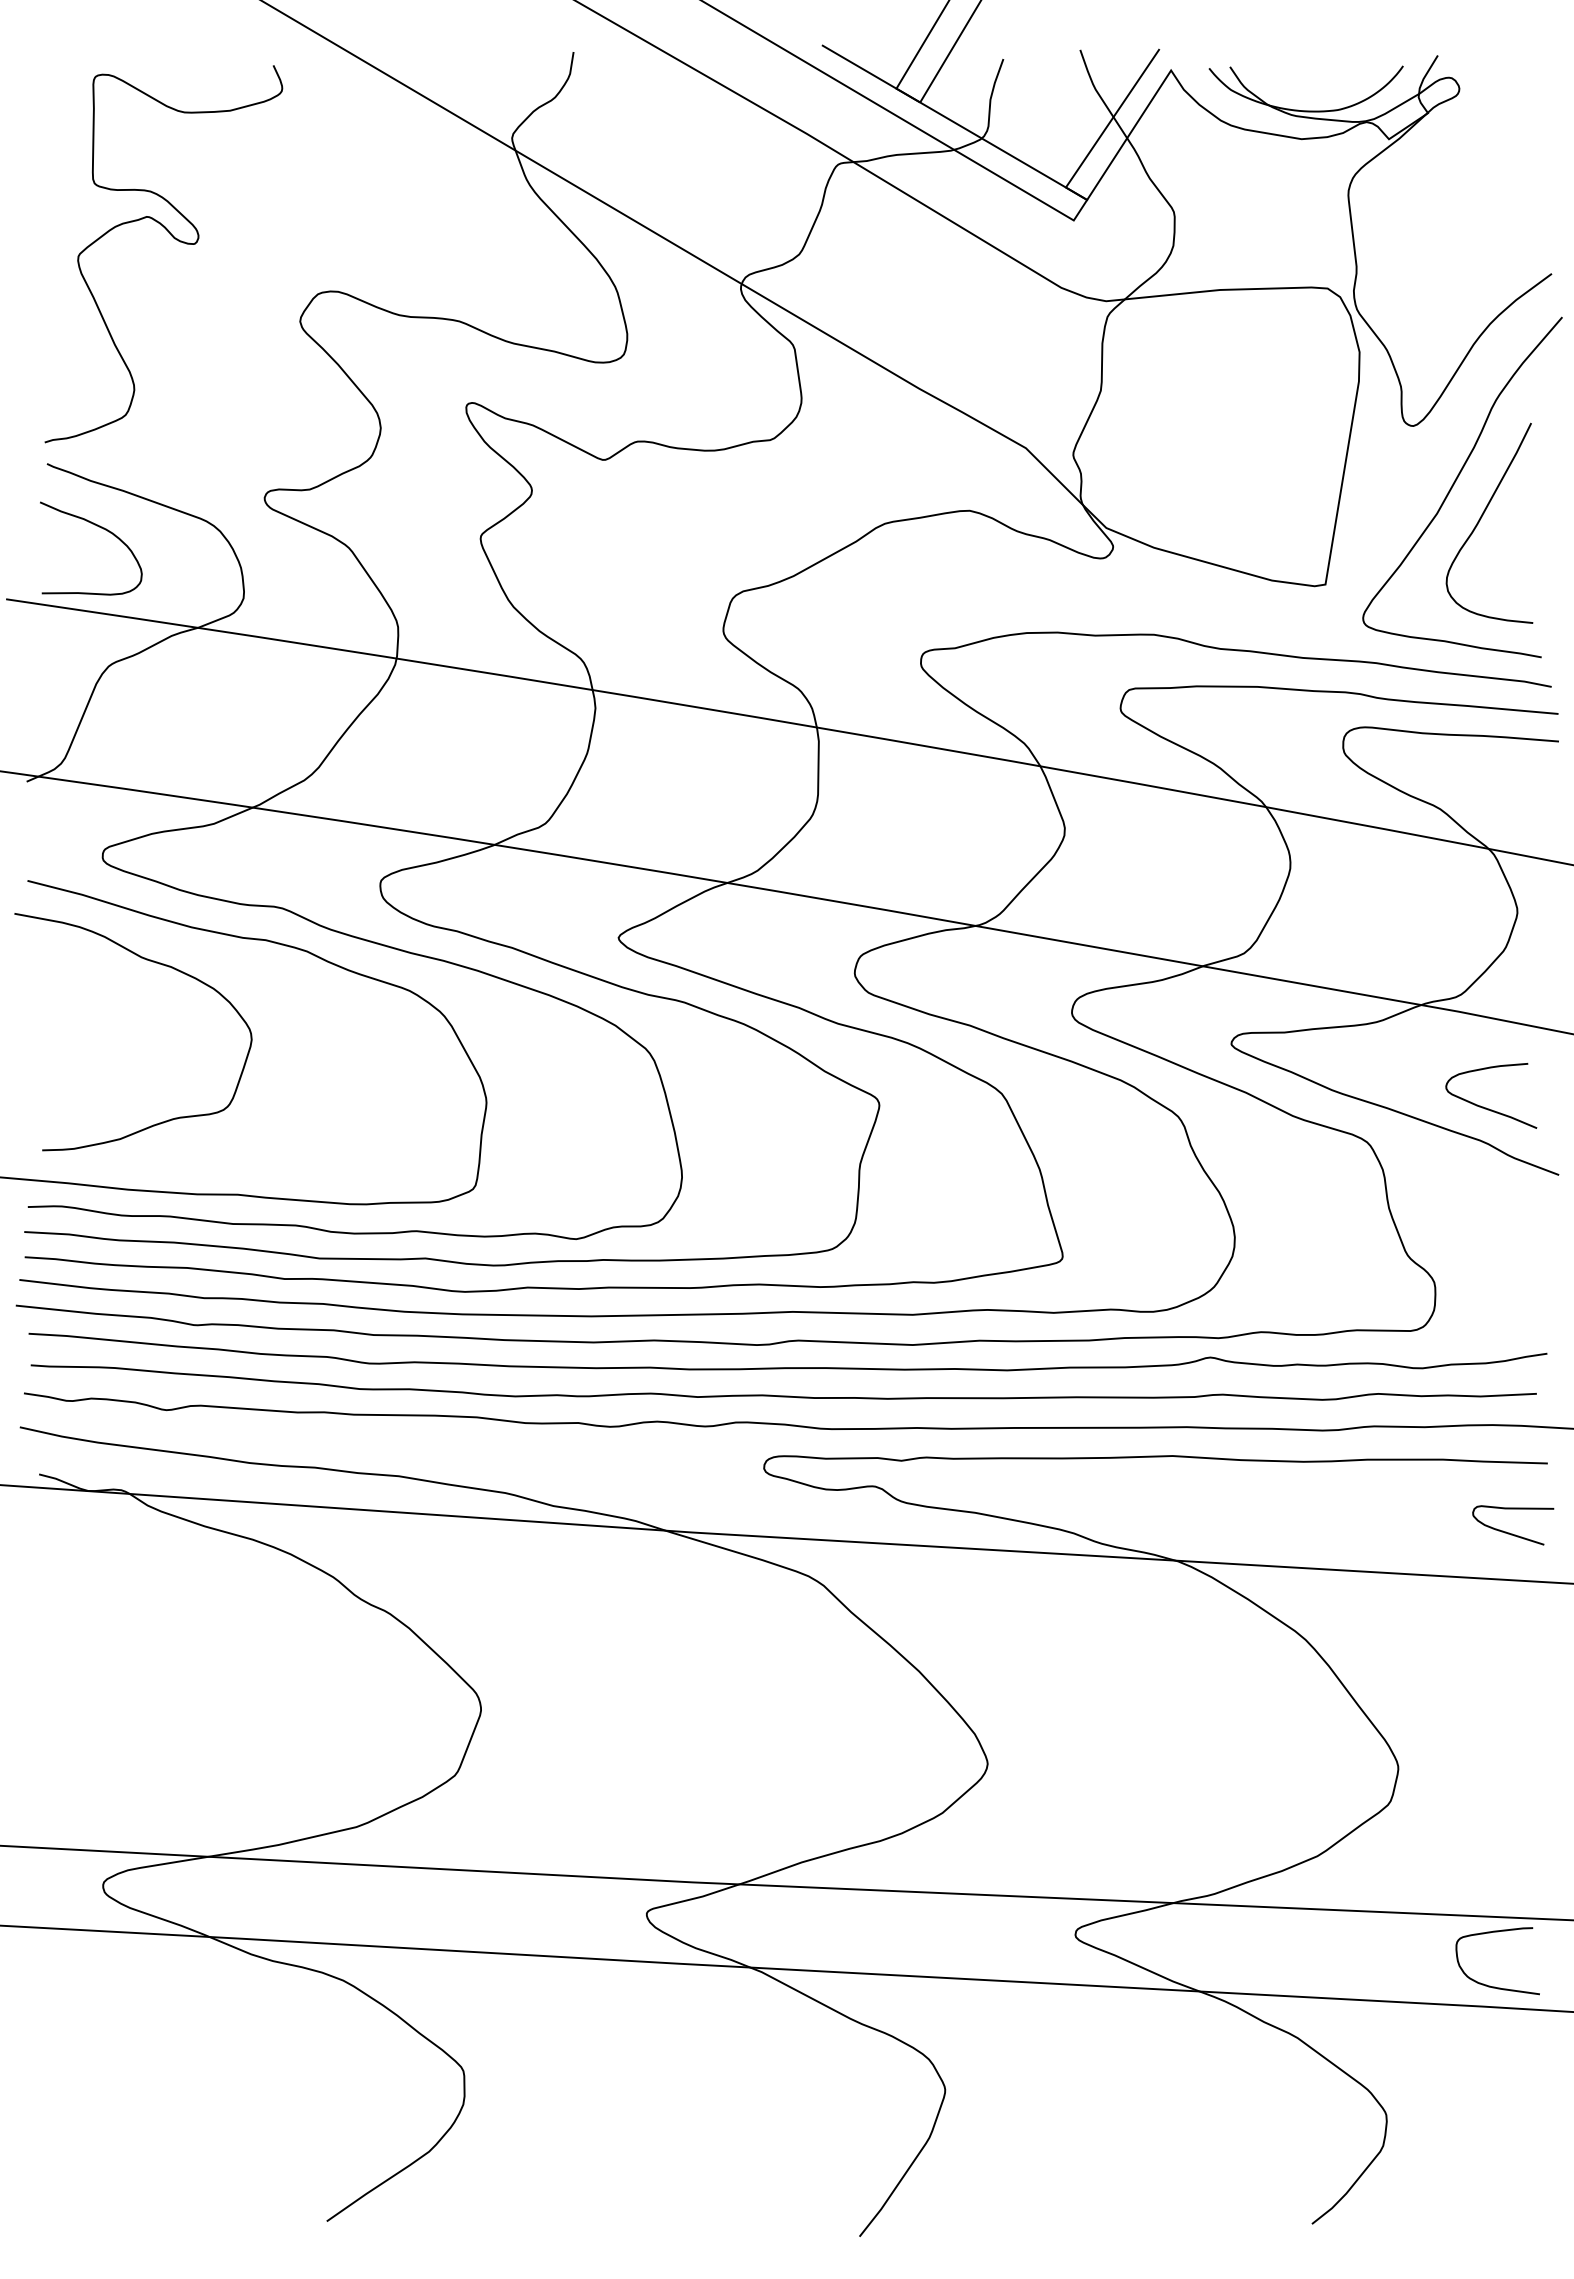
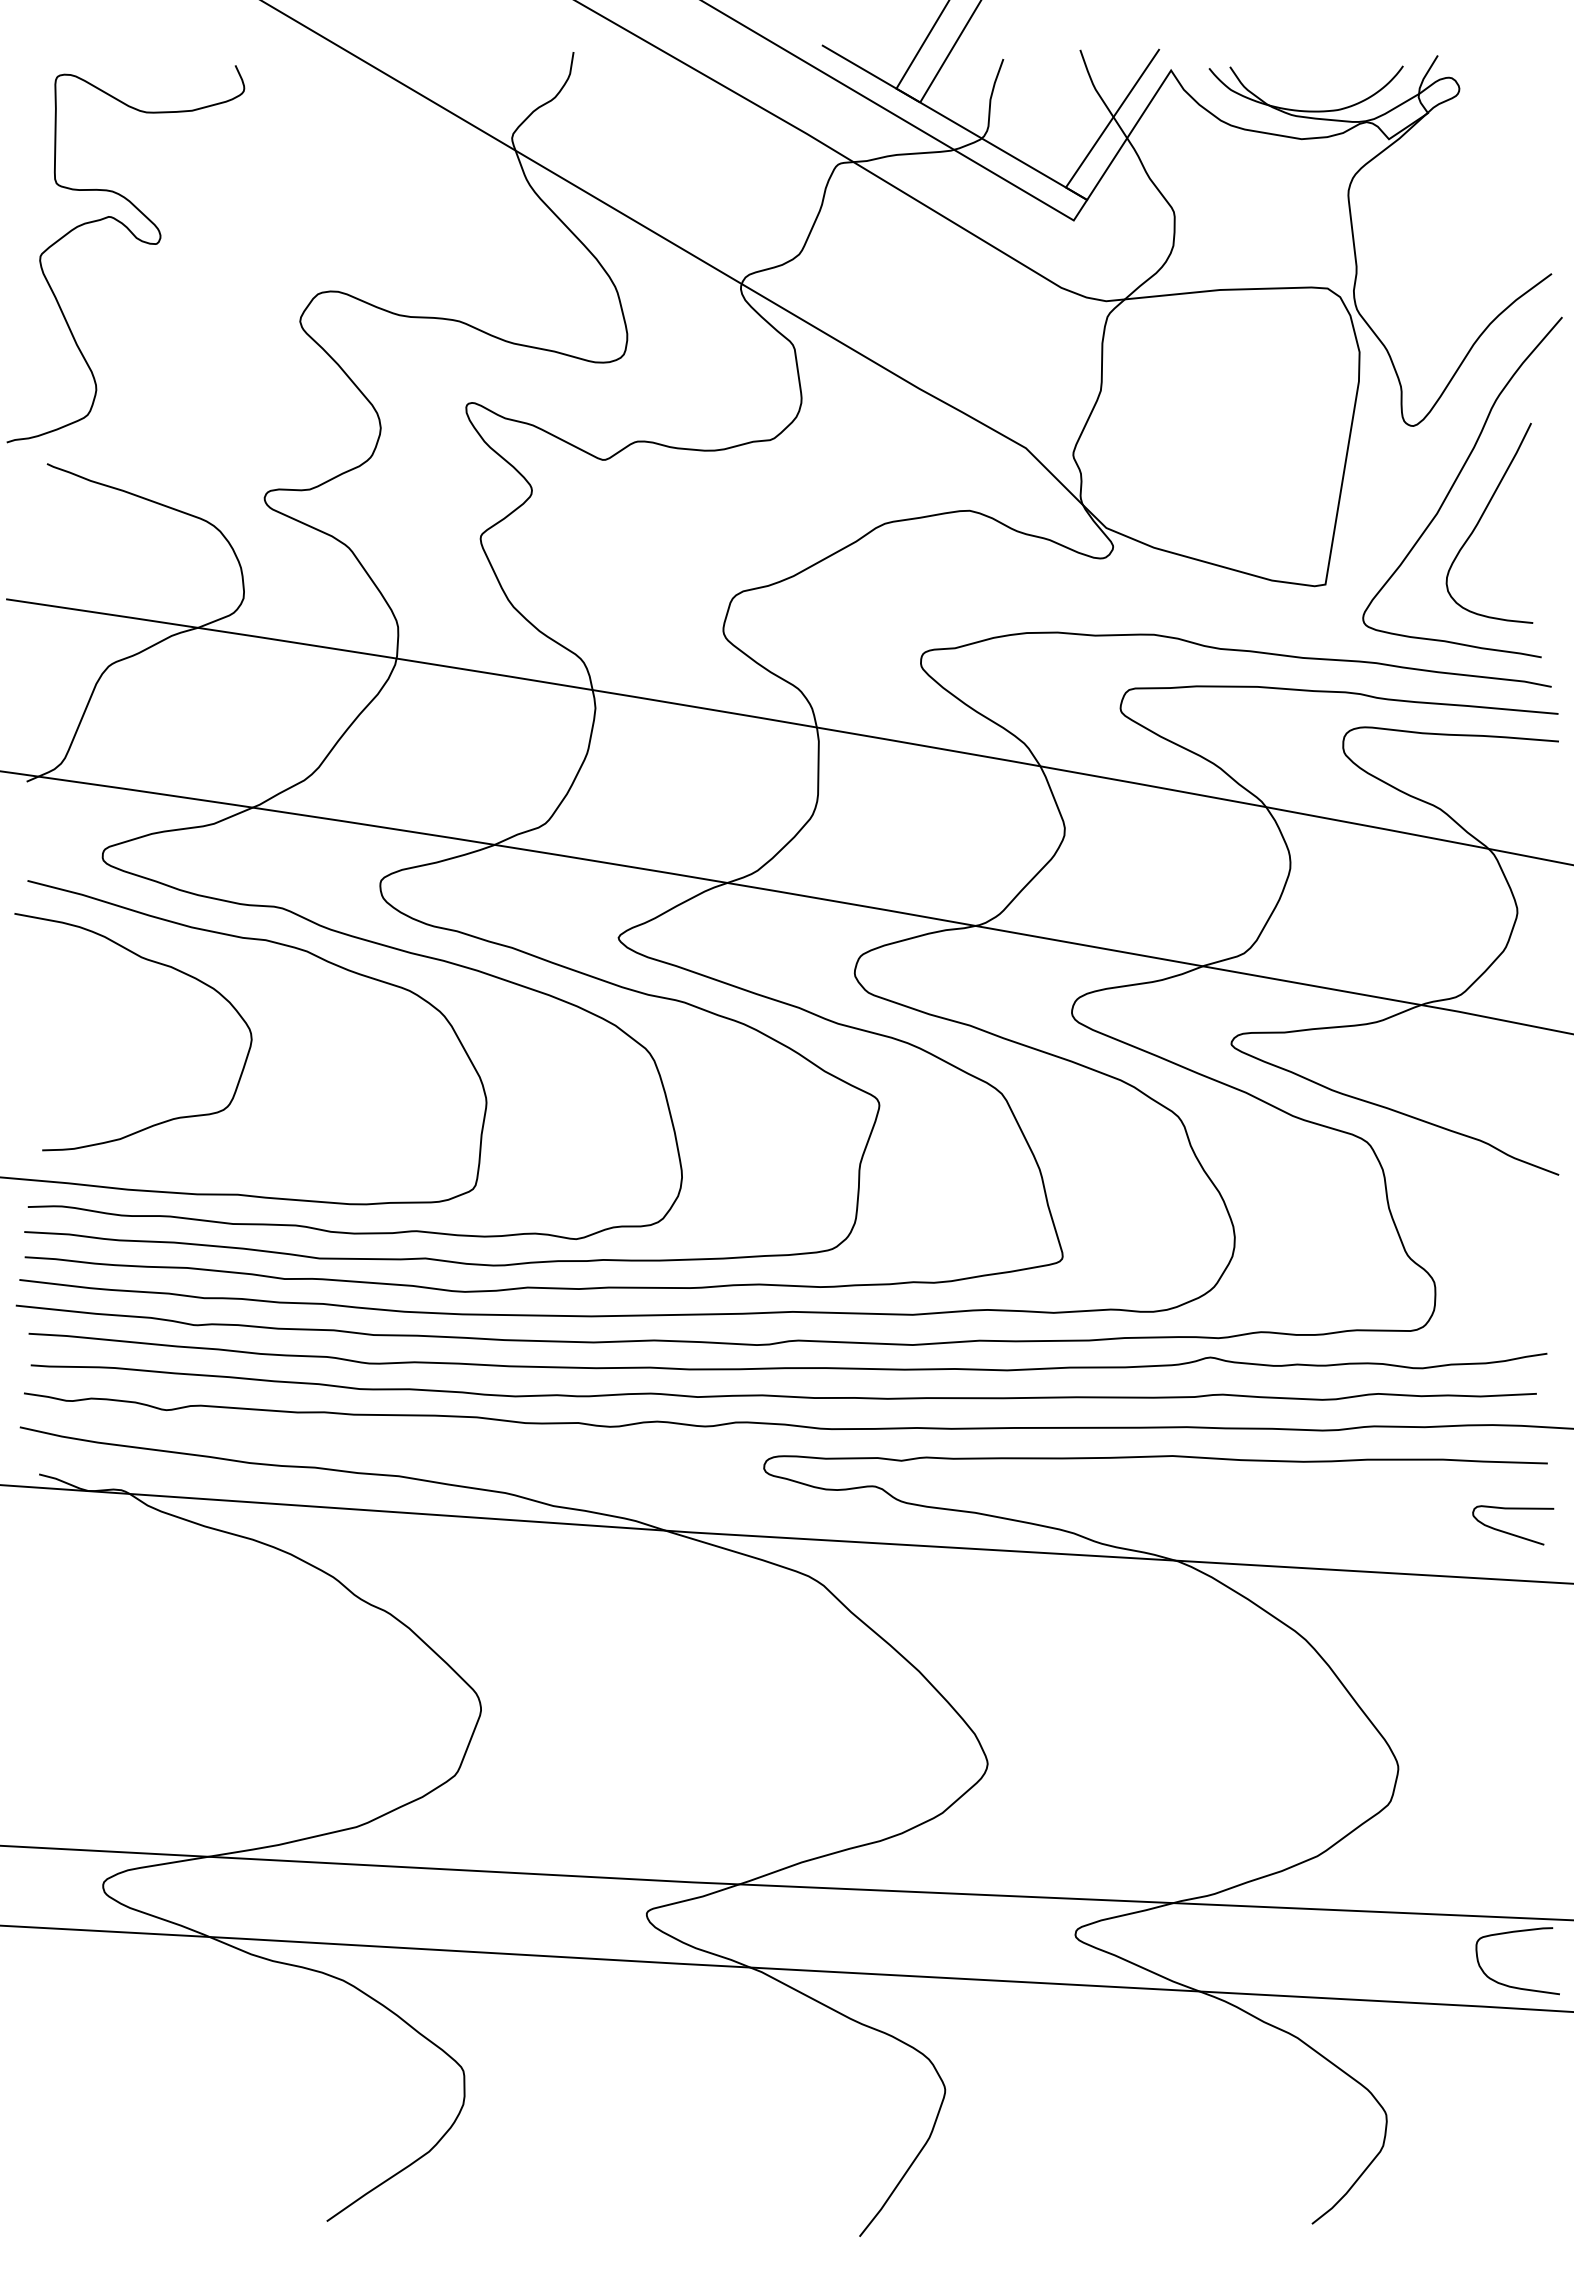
curve at (174, 239) position: (174, 239) -> (136, 239)
curve at (101, 528): present -> none
curve at (1486, 1107): present -> none
curve at (1490, 1985) position: (1490, 1985) -> (1510, 1985)
